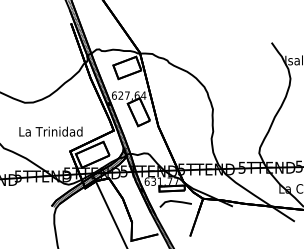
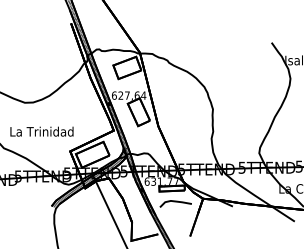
text at (50, 131) position: (50, 131) -> (41, 131)
